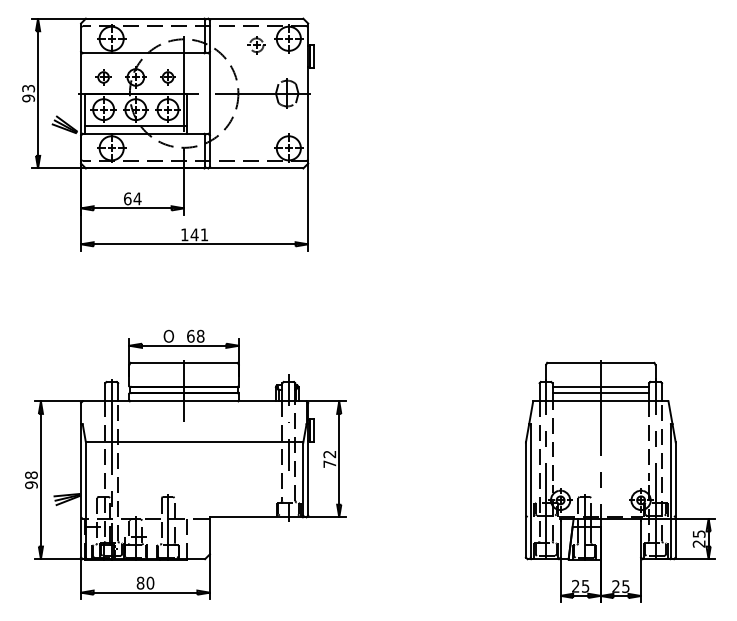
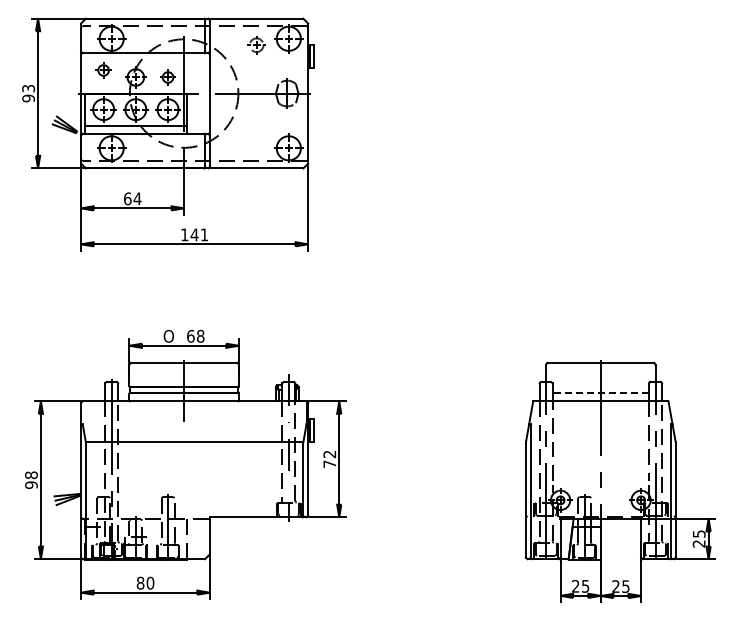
part at (103, 77) position: (103, 77) -> (103, 70)
line at (600, 386): present -> none
line at (600, 393): solid -> dashed
